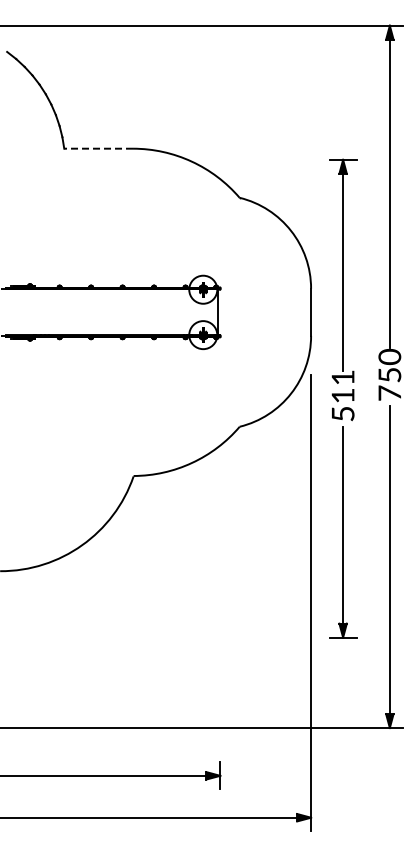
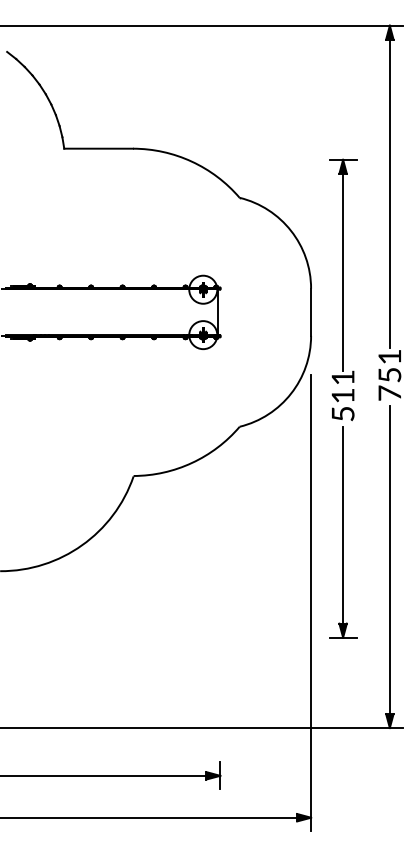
line at (98, 148): dashed -> solid
text at (389, 357): 750 -> 751
